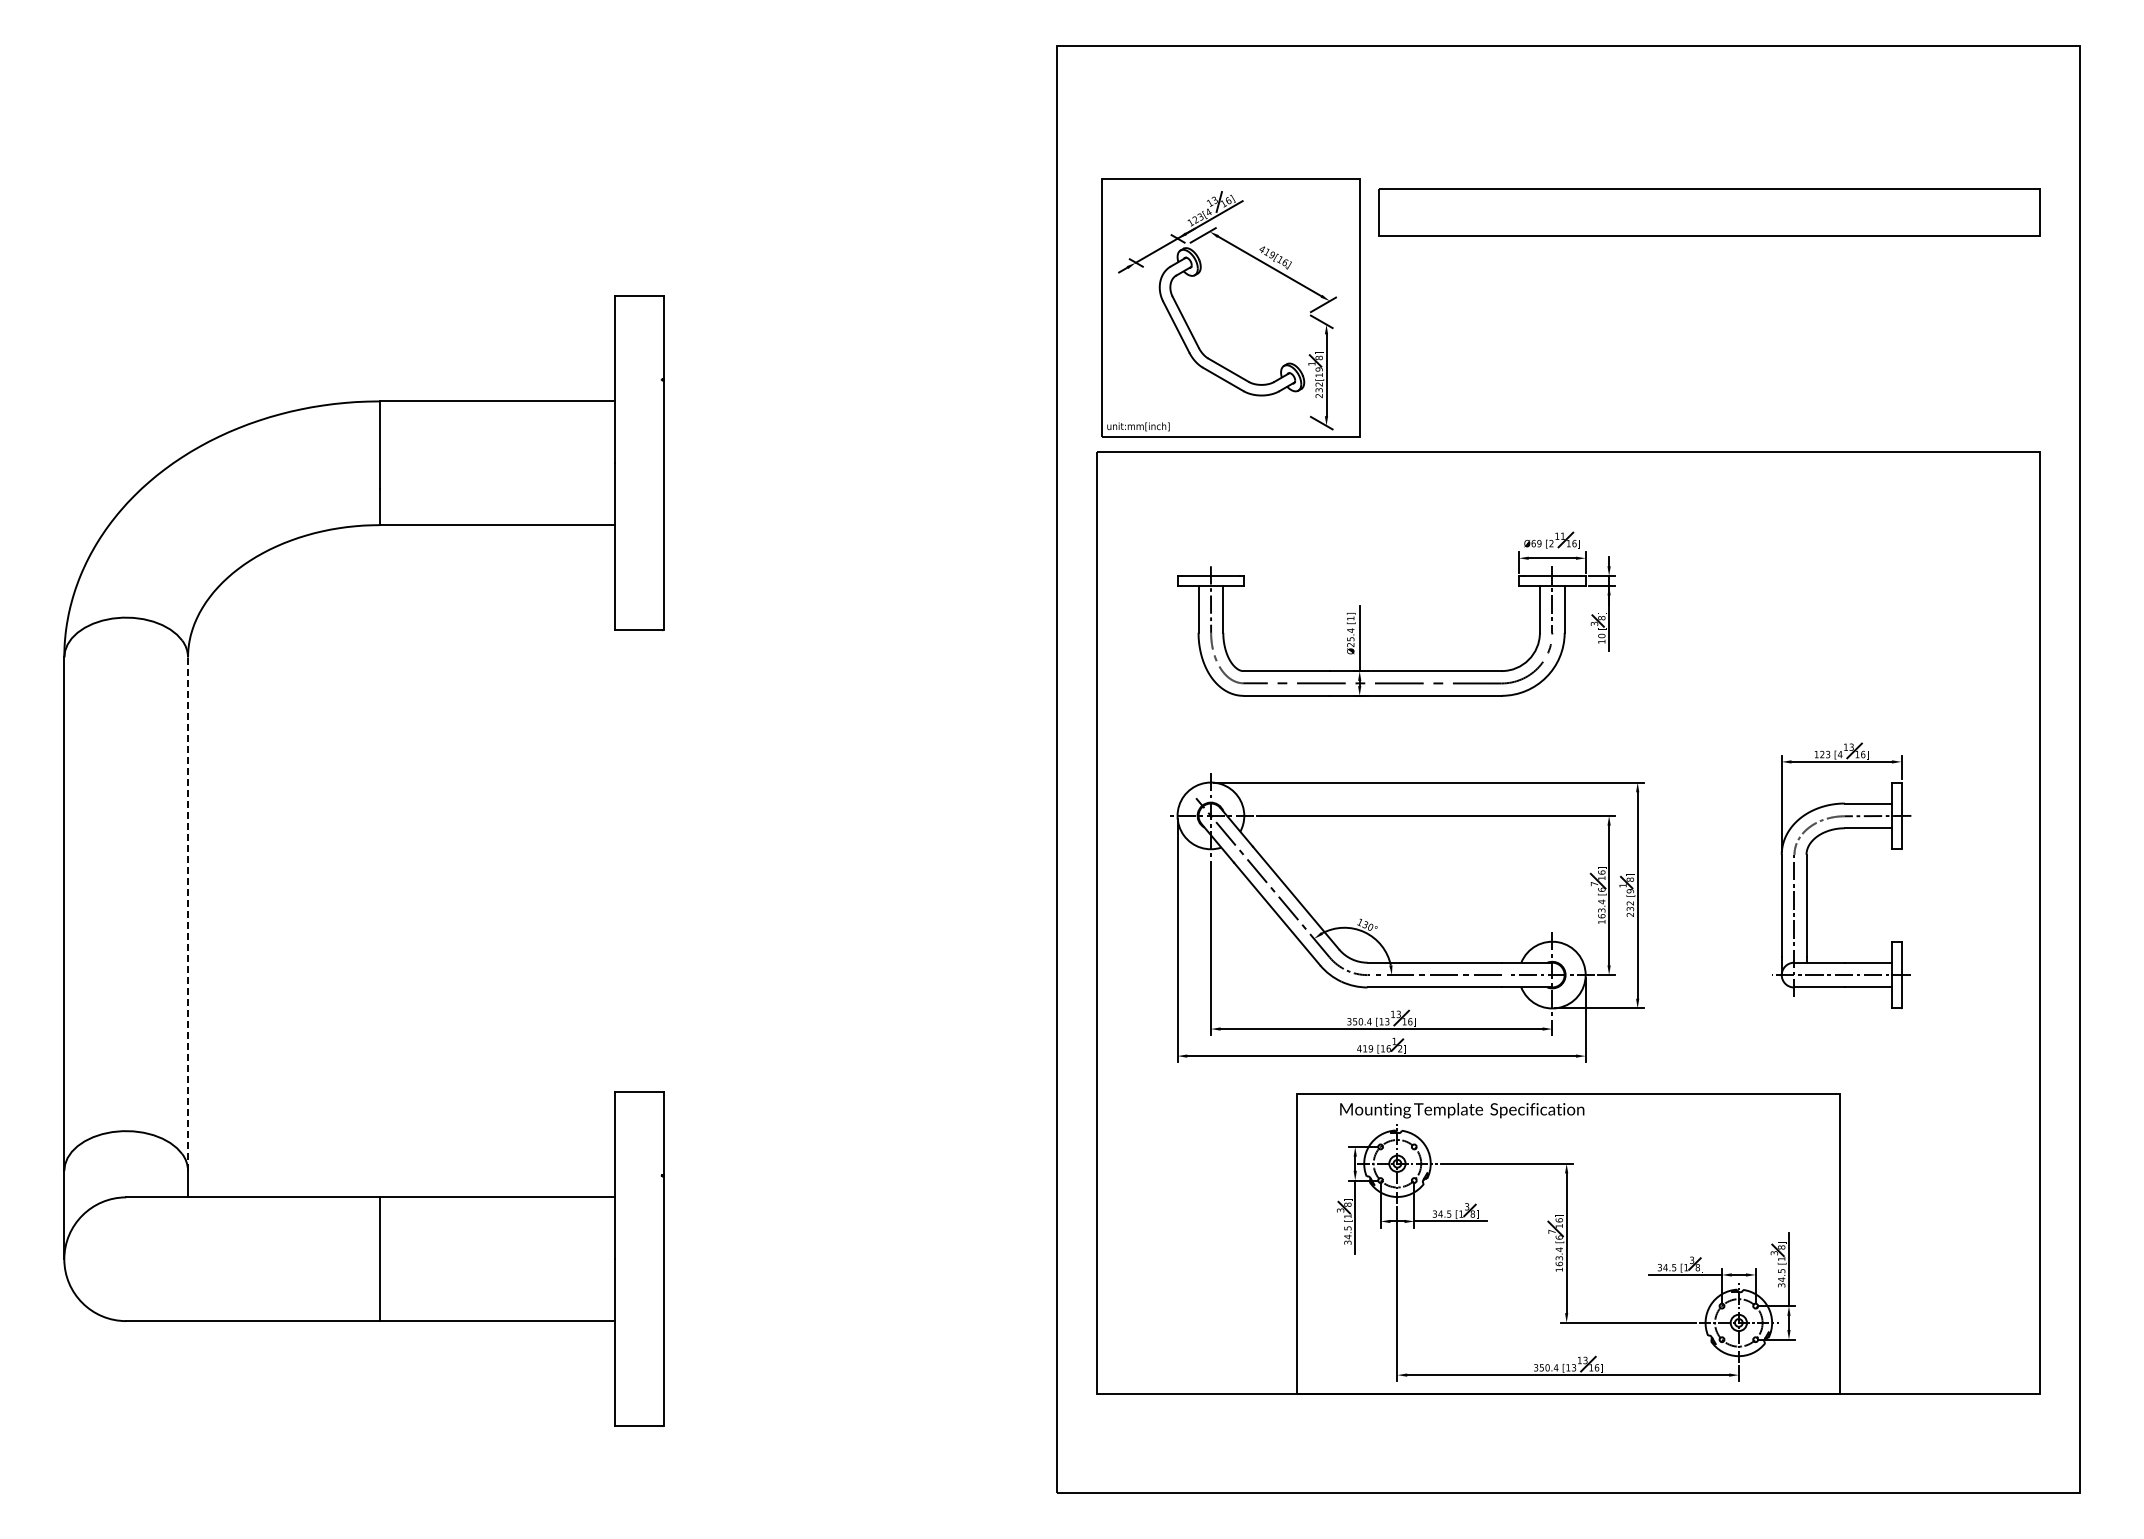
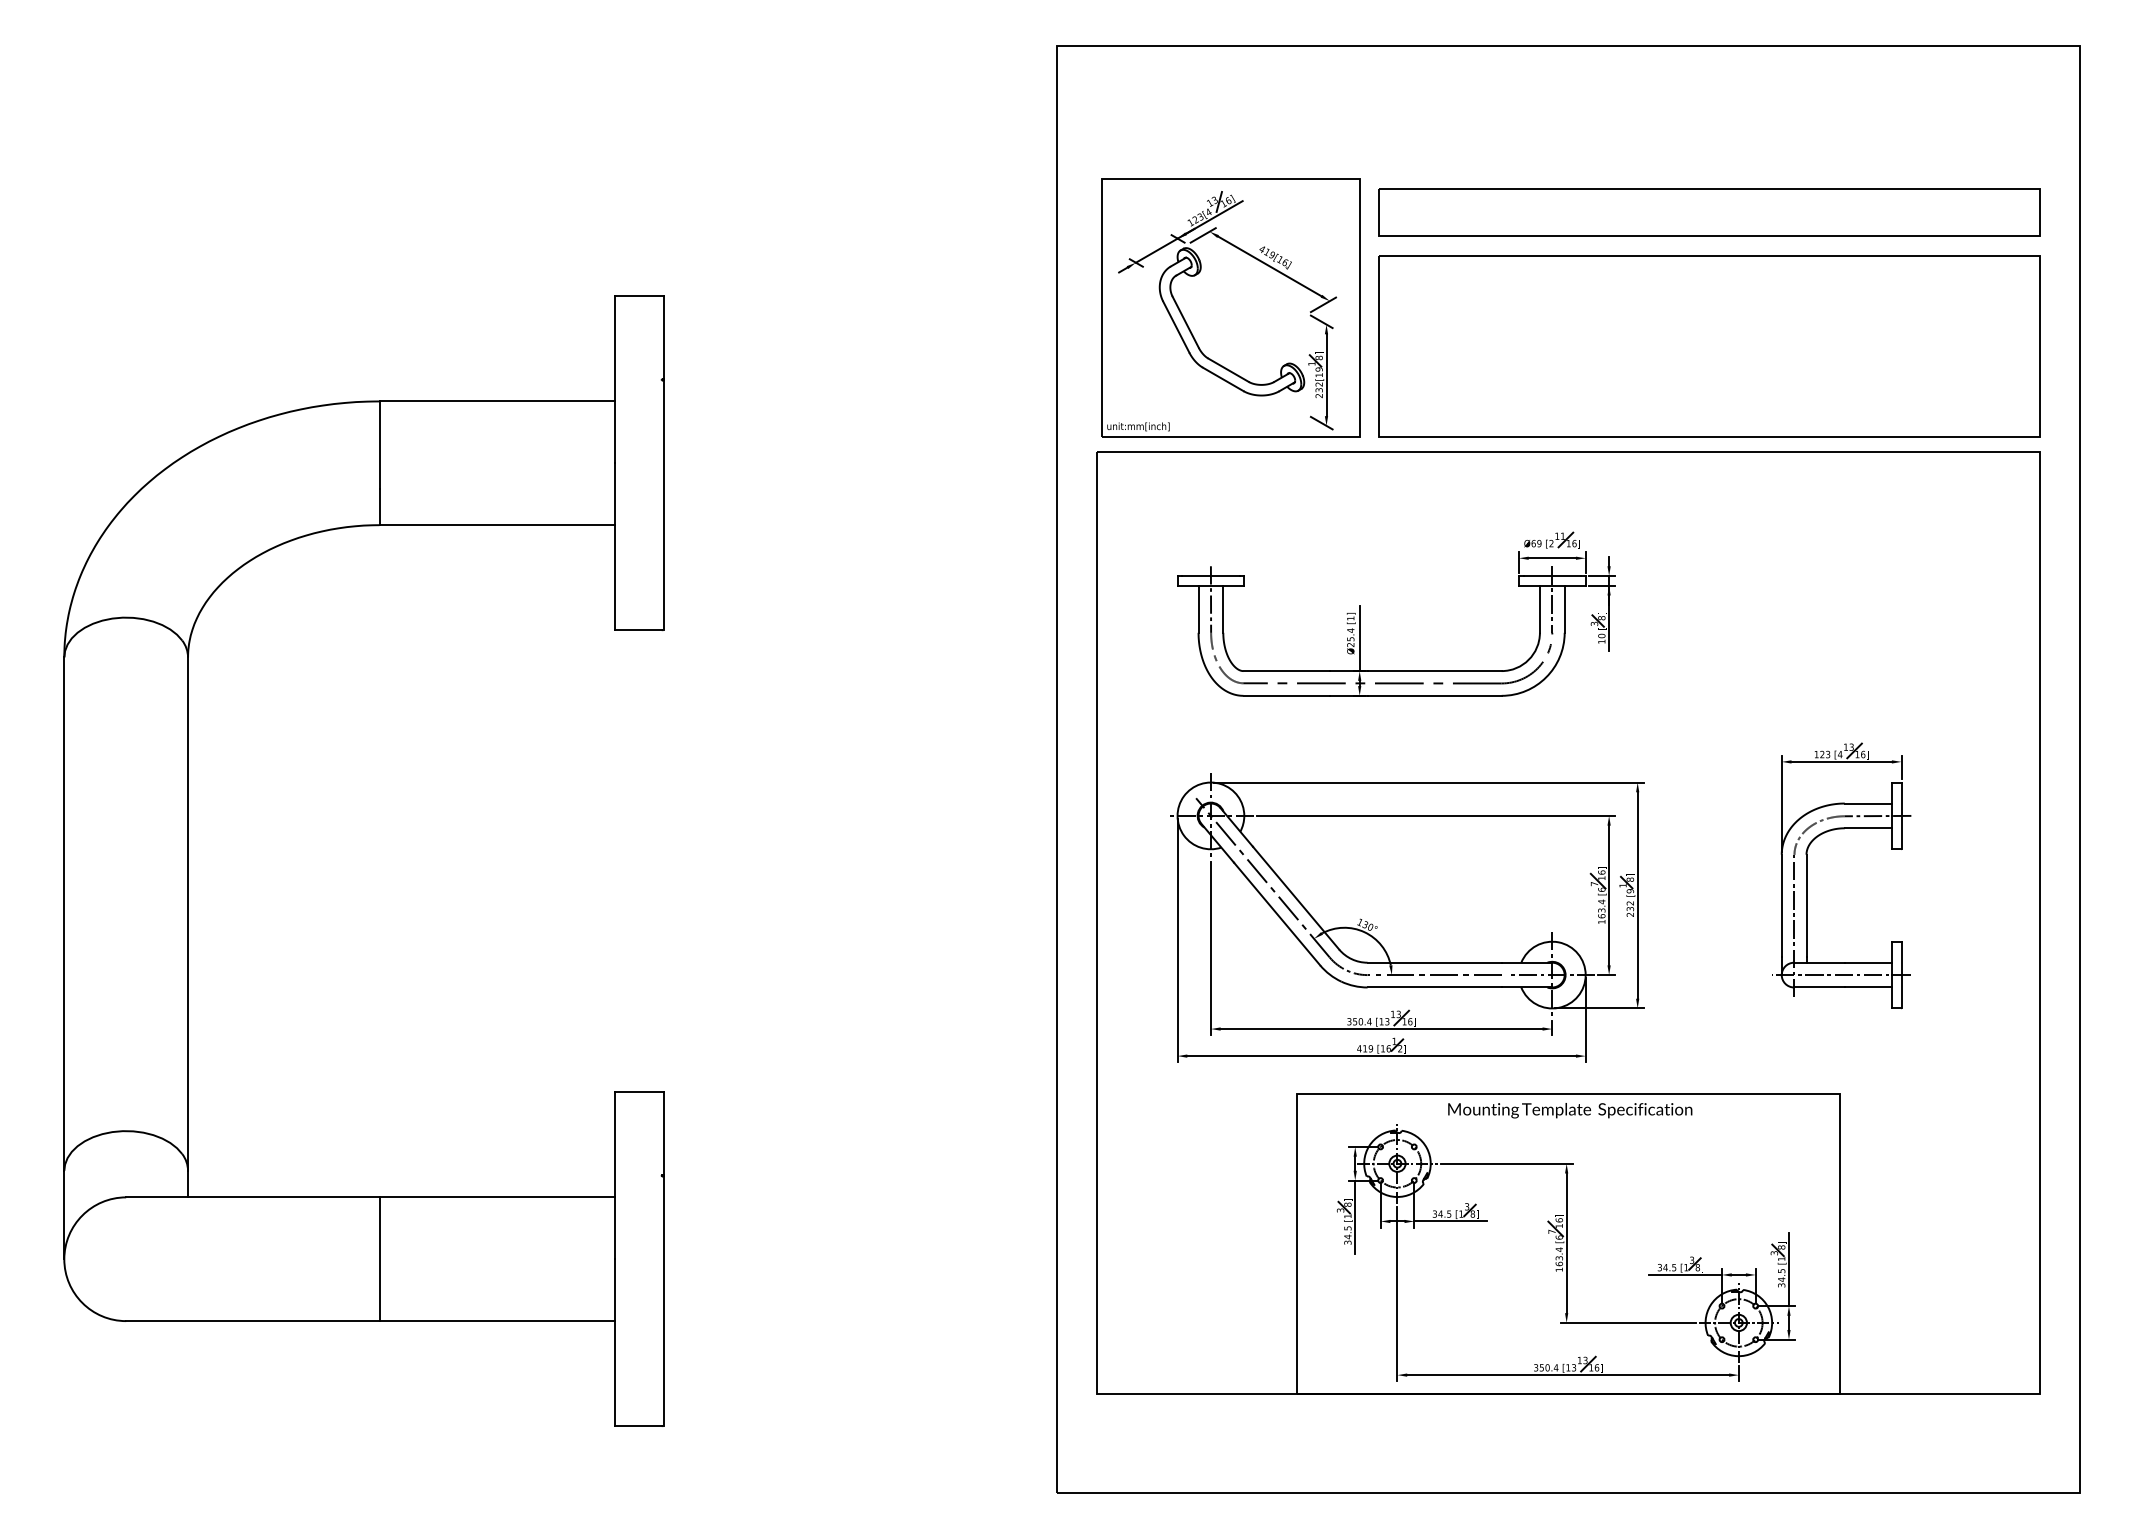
part at (1709, 346): none -> present
line at (188, 914): dashed -> solid
text at (1462, 1110) position: (1462, 1110) -> (1570, 1110)
